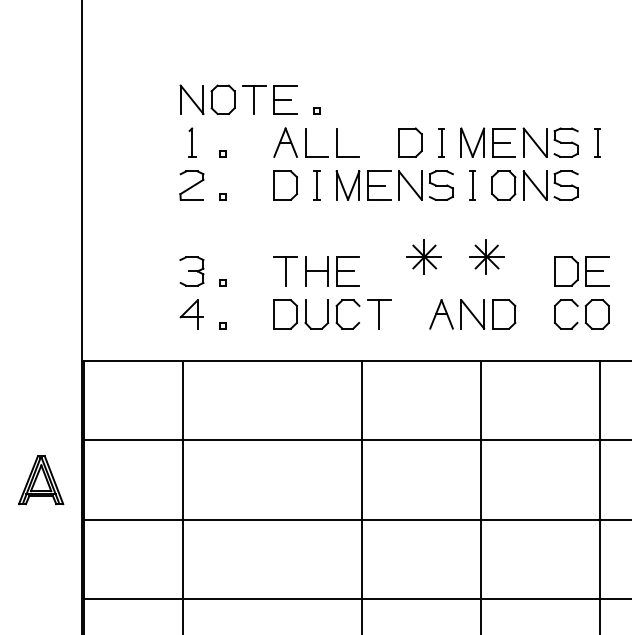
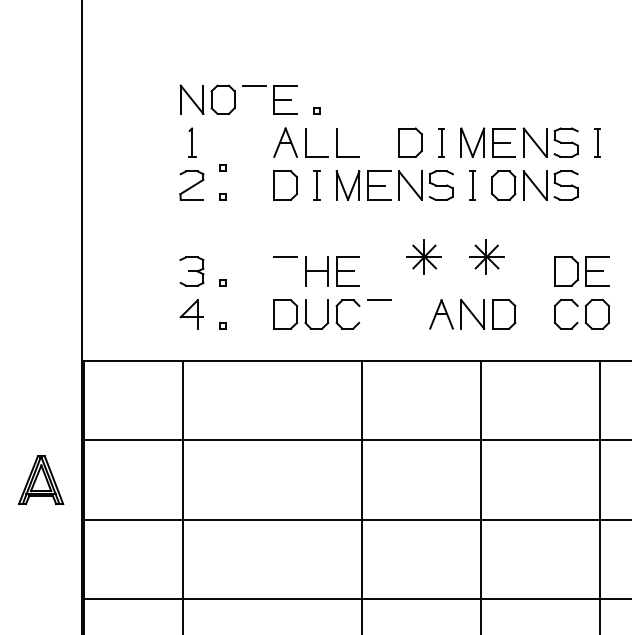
line at (254, 99): present -> none
part at (222, 153) position: (222, 153) -> (222, 167)
line at (285, 271): present -> none
line at (379, 314): present -> none
